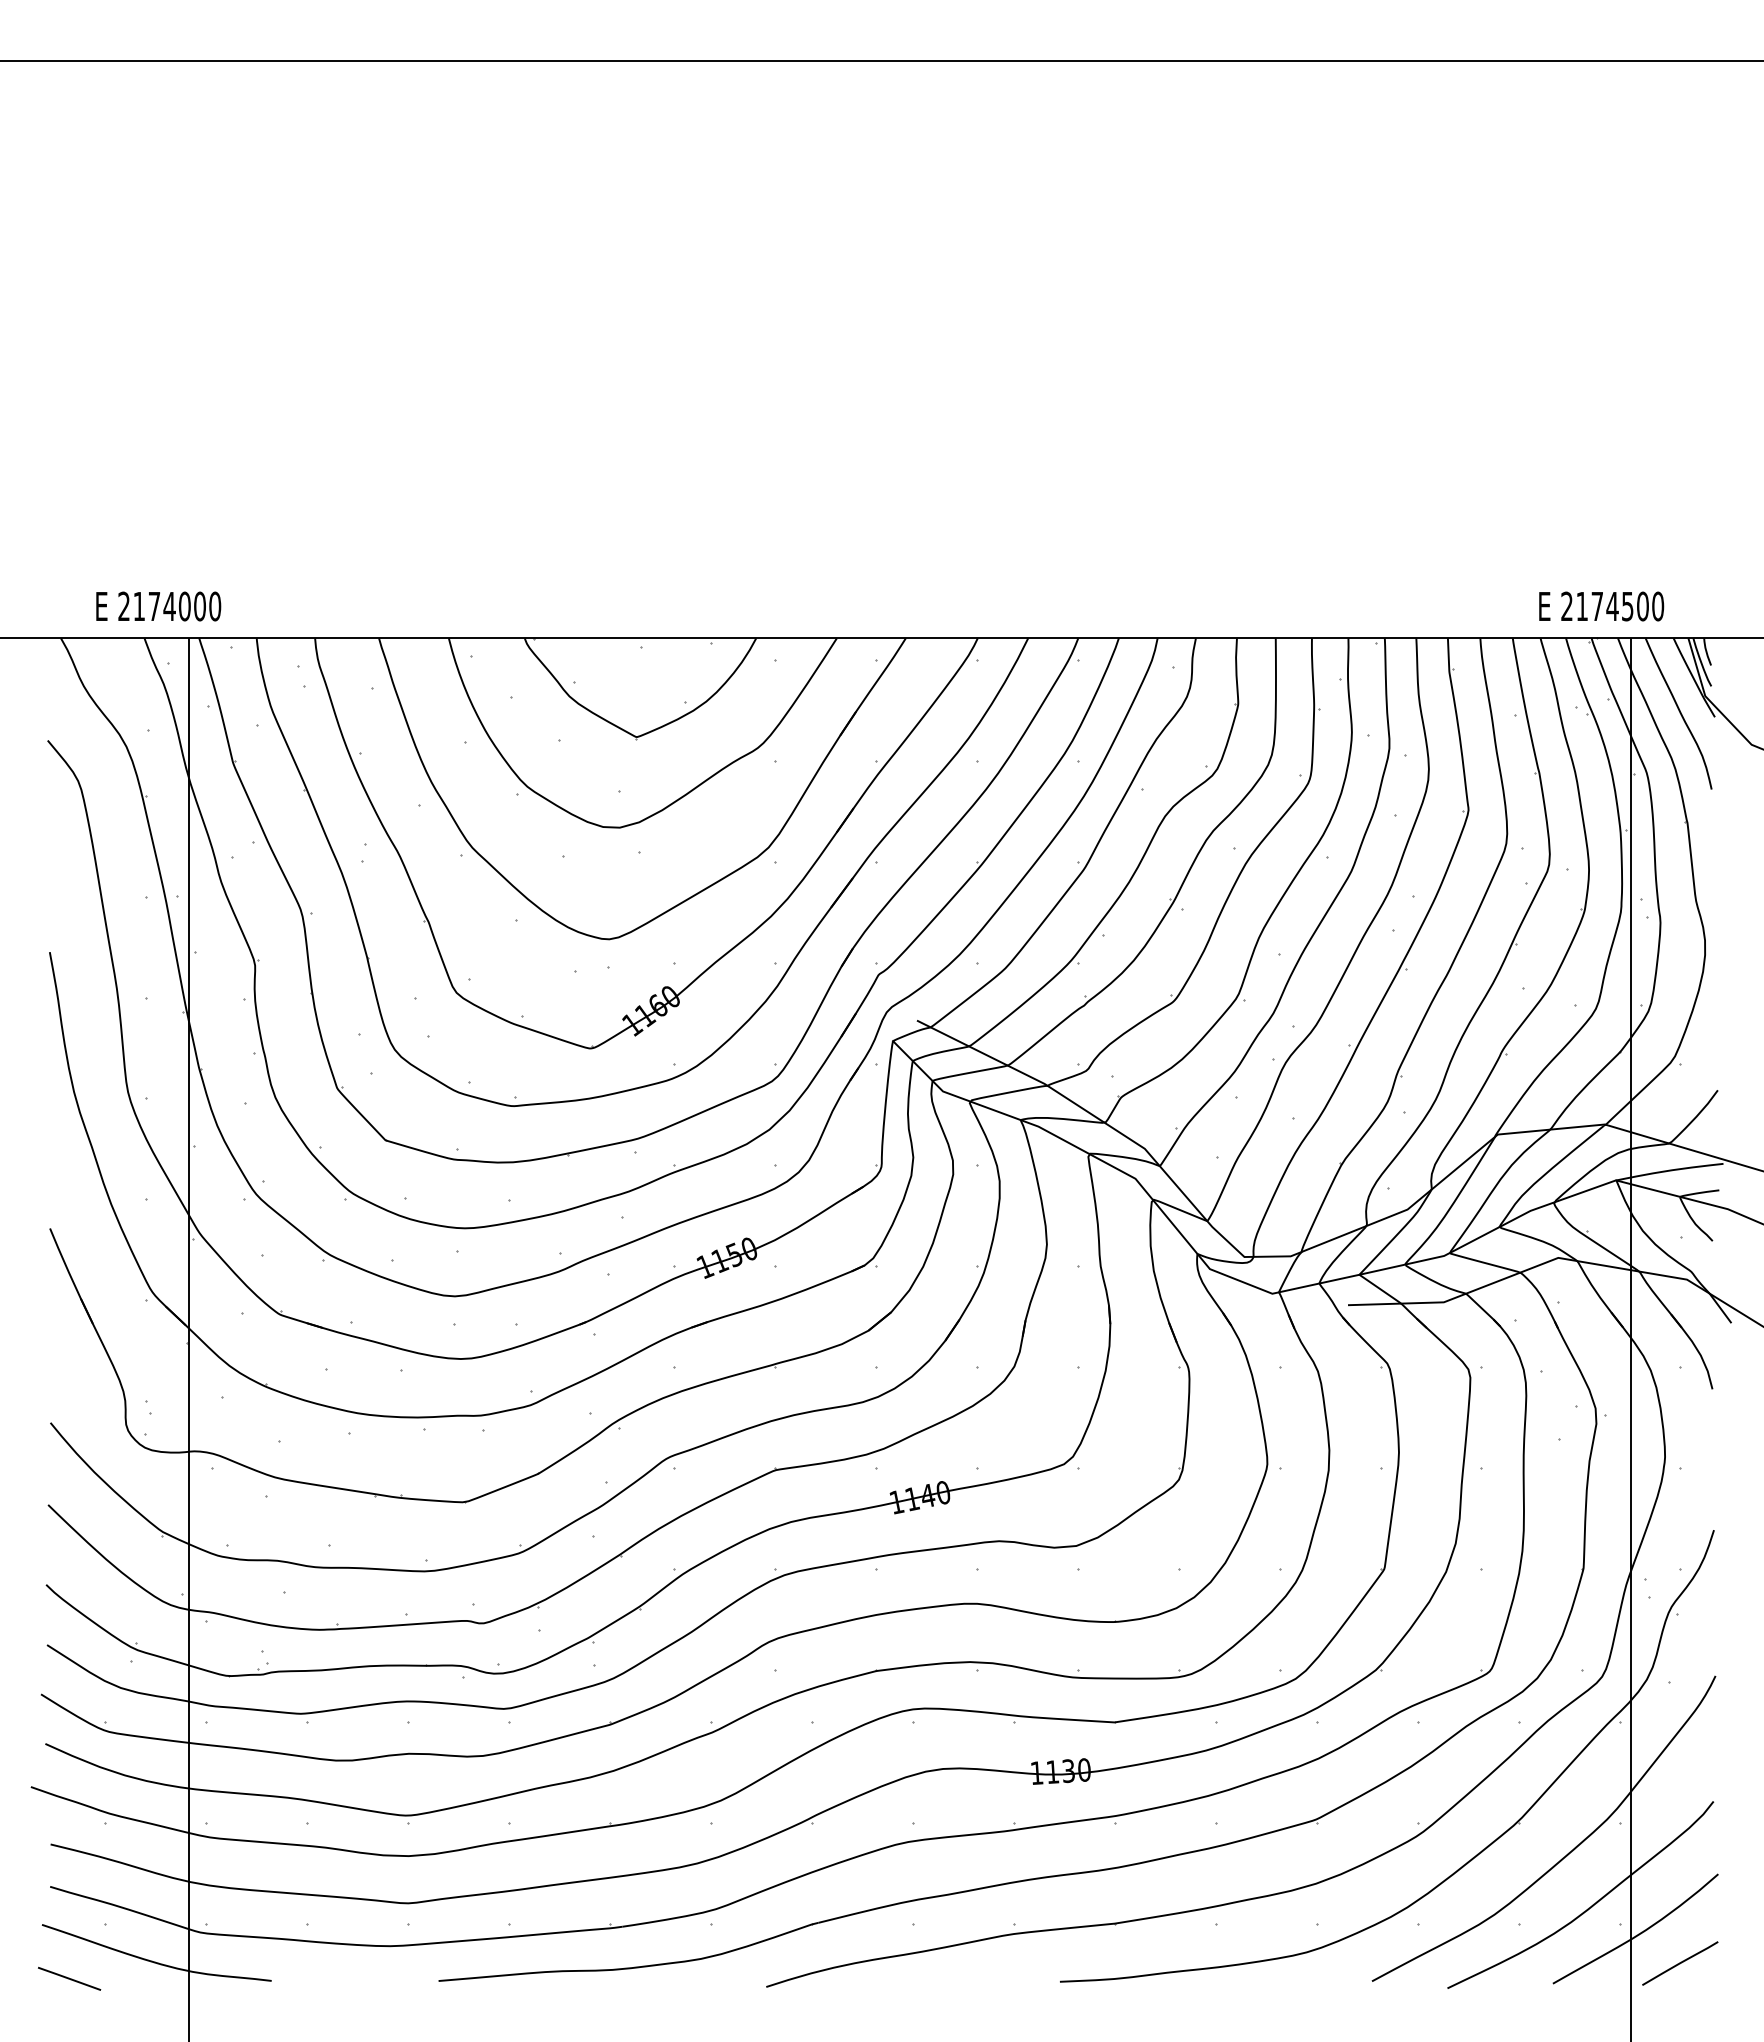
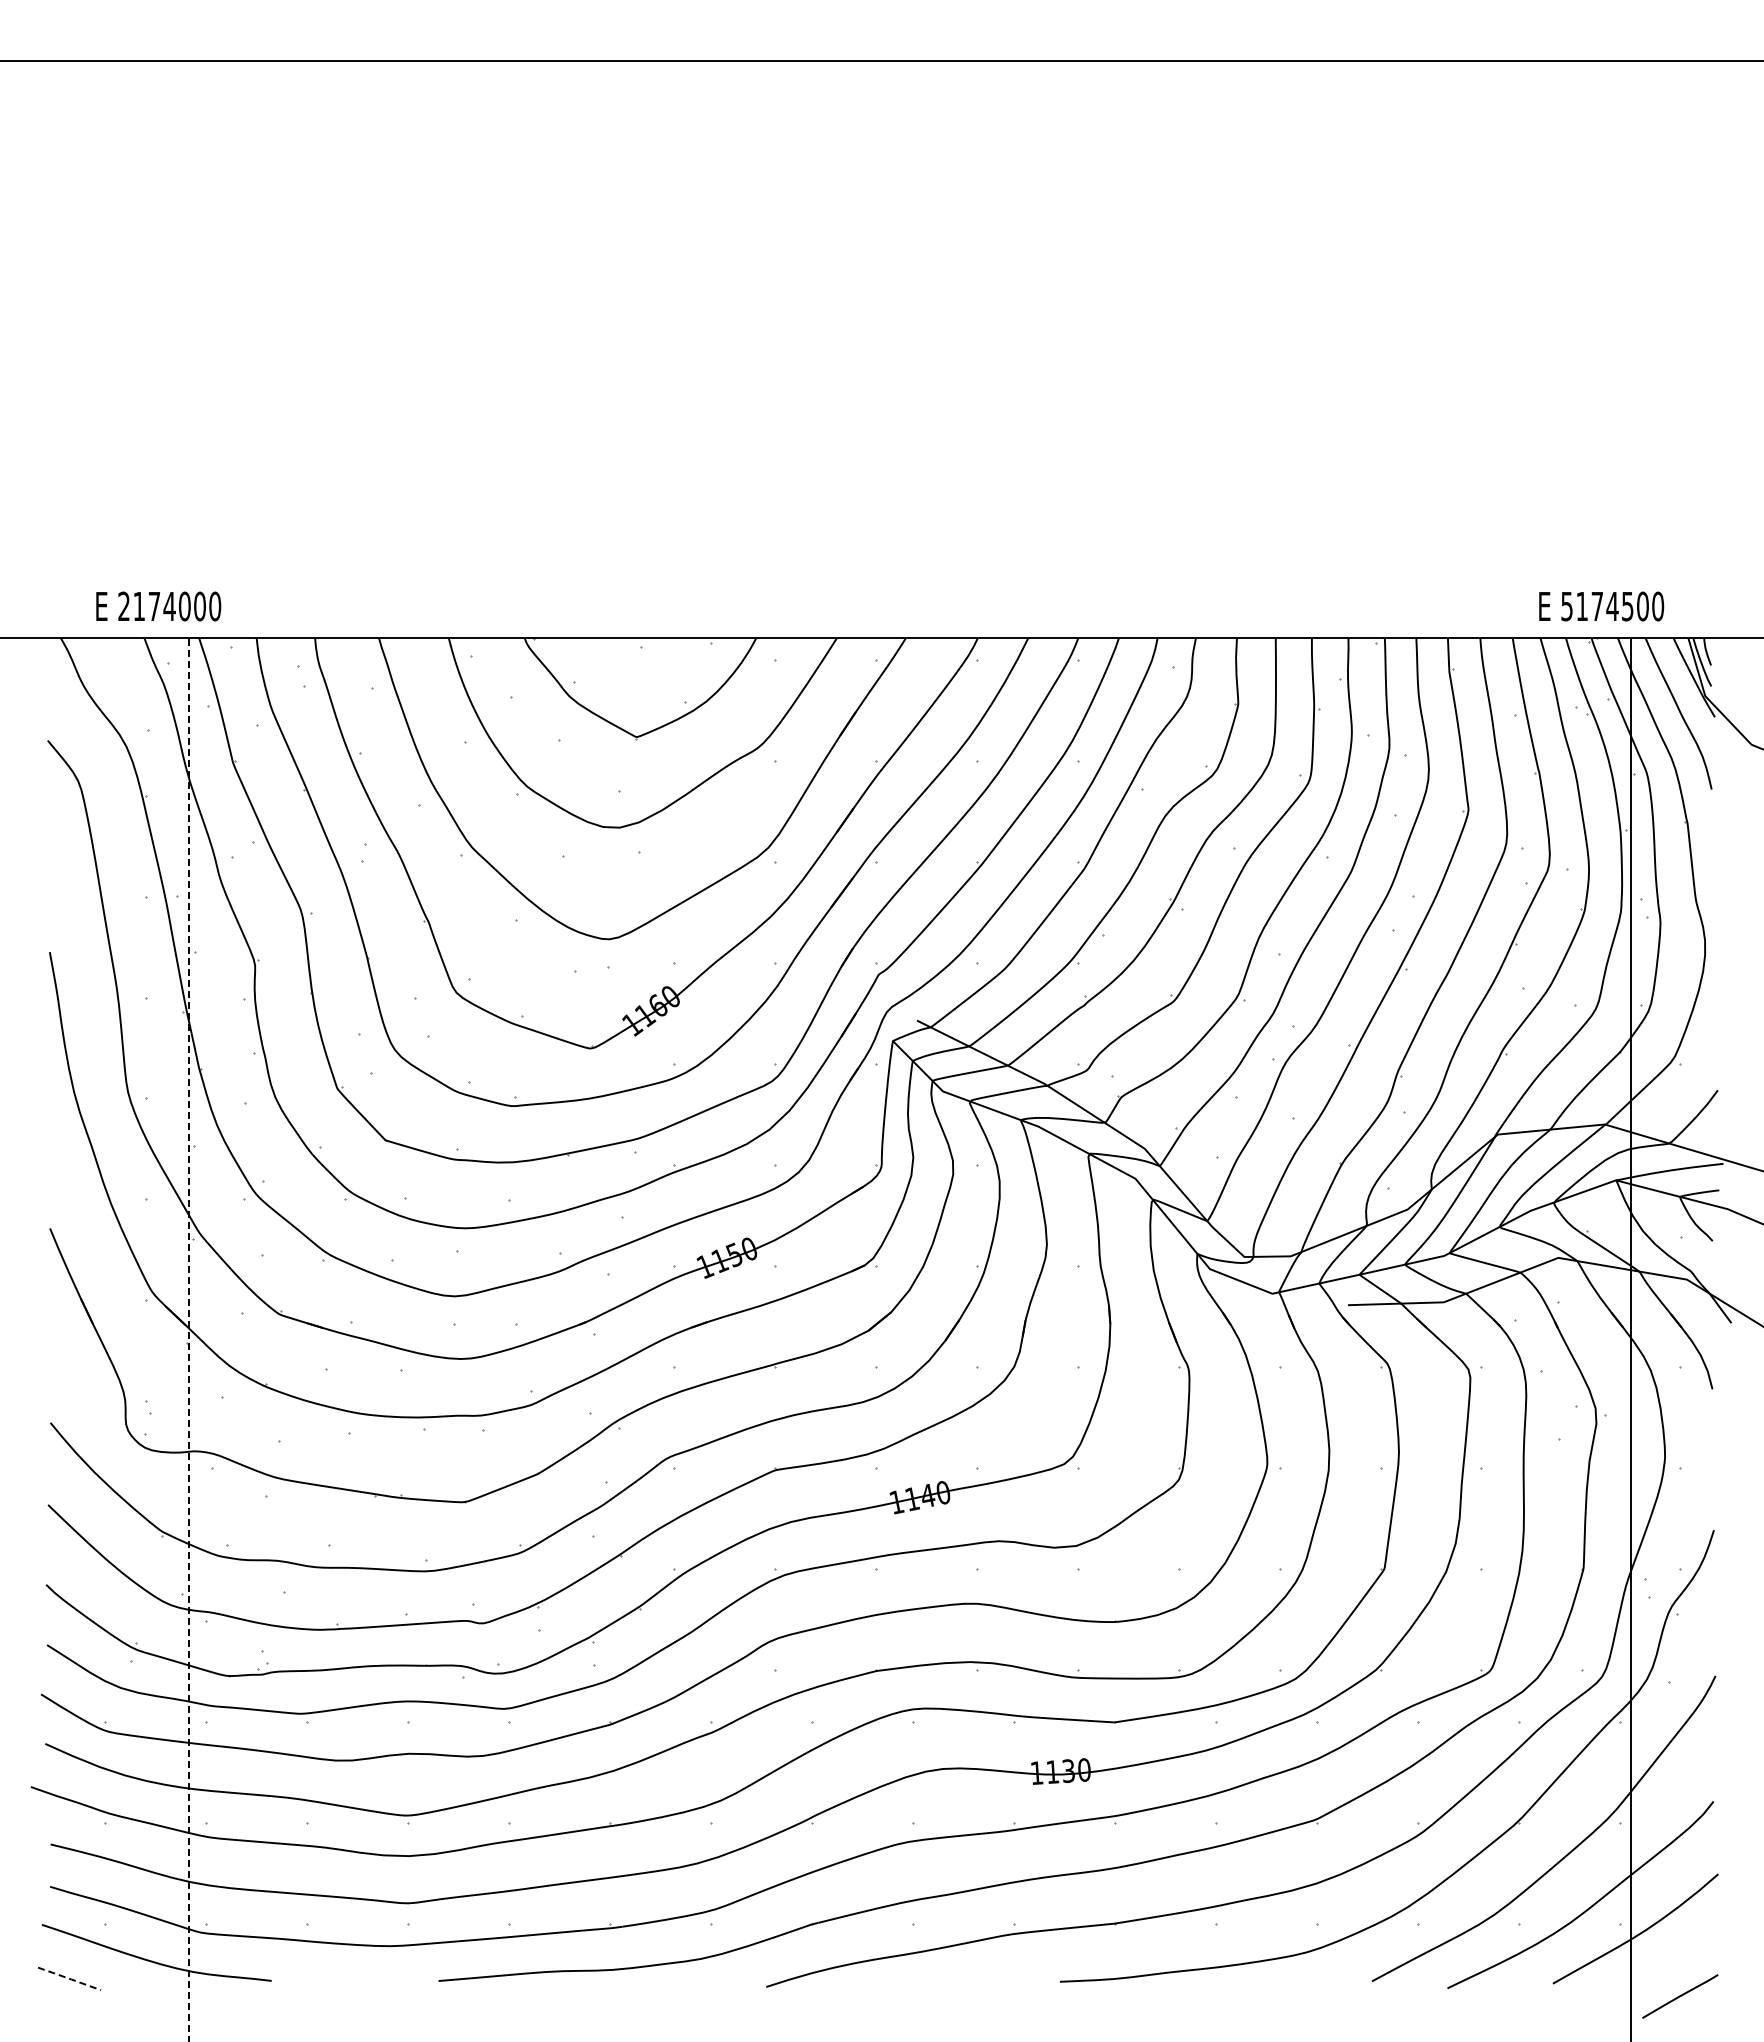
text at (1566, 606): 2174500 -> 5174500
line at (188, 1339): solid -> dashed
line at (1680, 1963) position: (1680, 1963) -> (1680, 1996)
line at (69, 1978): solid -> dashed
